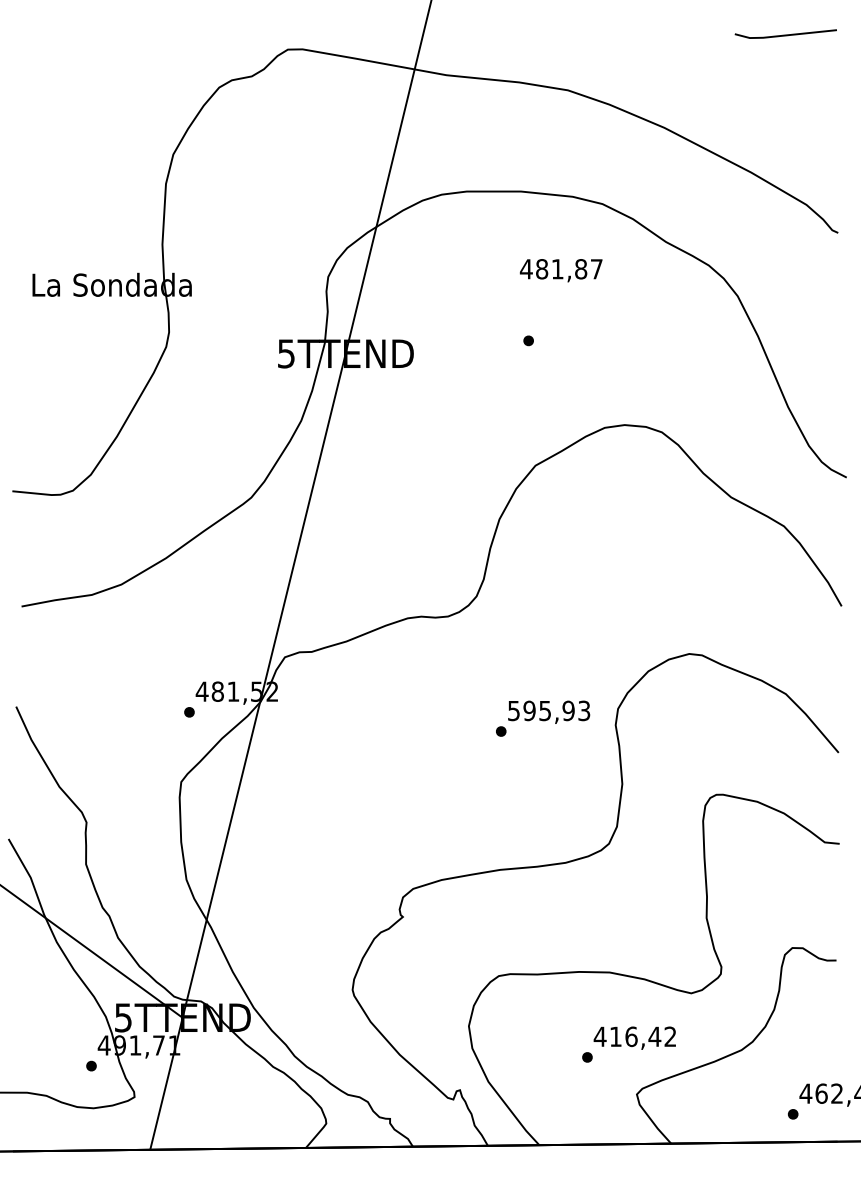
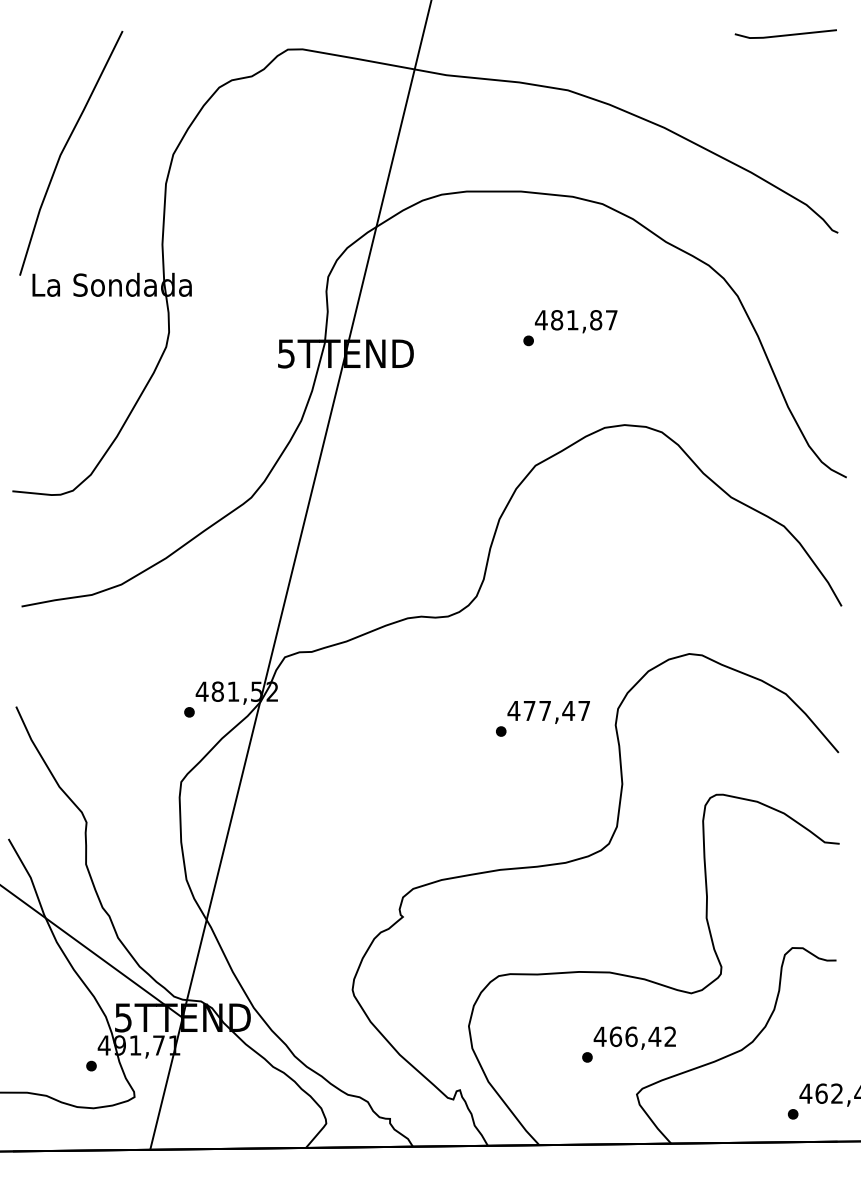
line at (64, 149): none -> present
text at (561, 270) position: (561, 270) -> (576, 321)
text at (548, 710): 595,93 -> 477,47
text at (615, 1036): 416,42 -> 466,42
